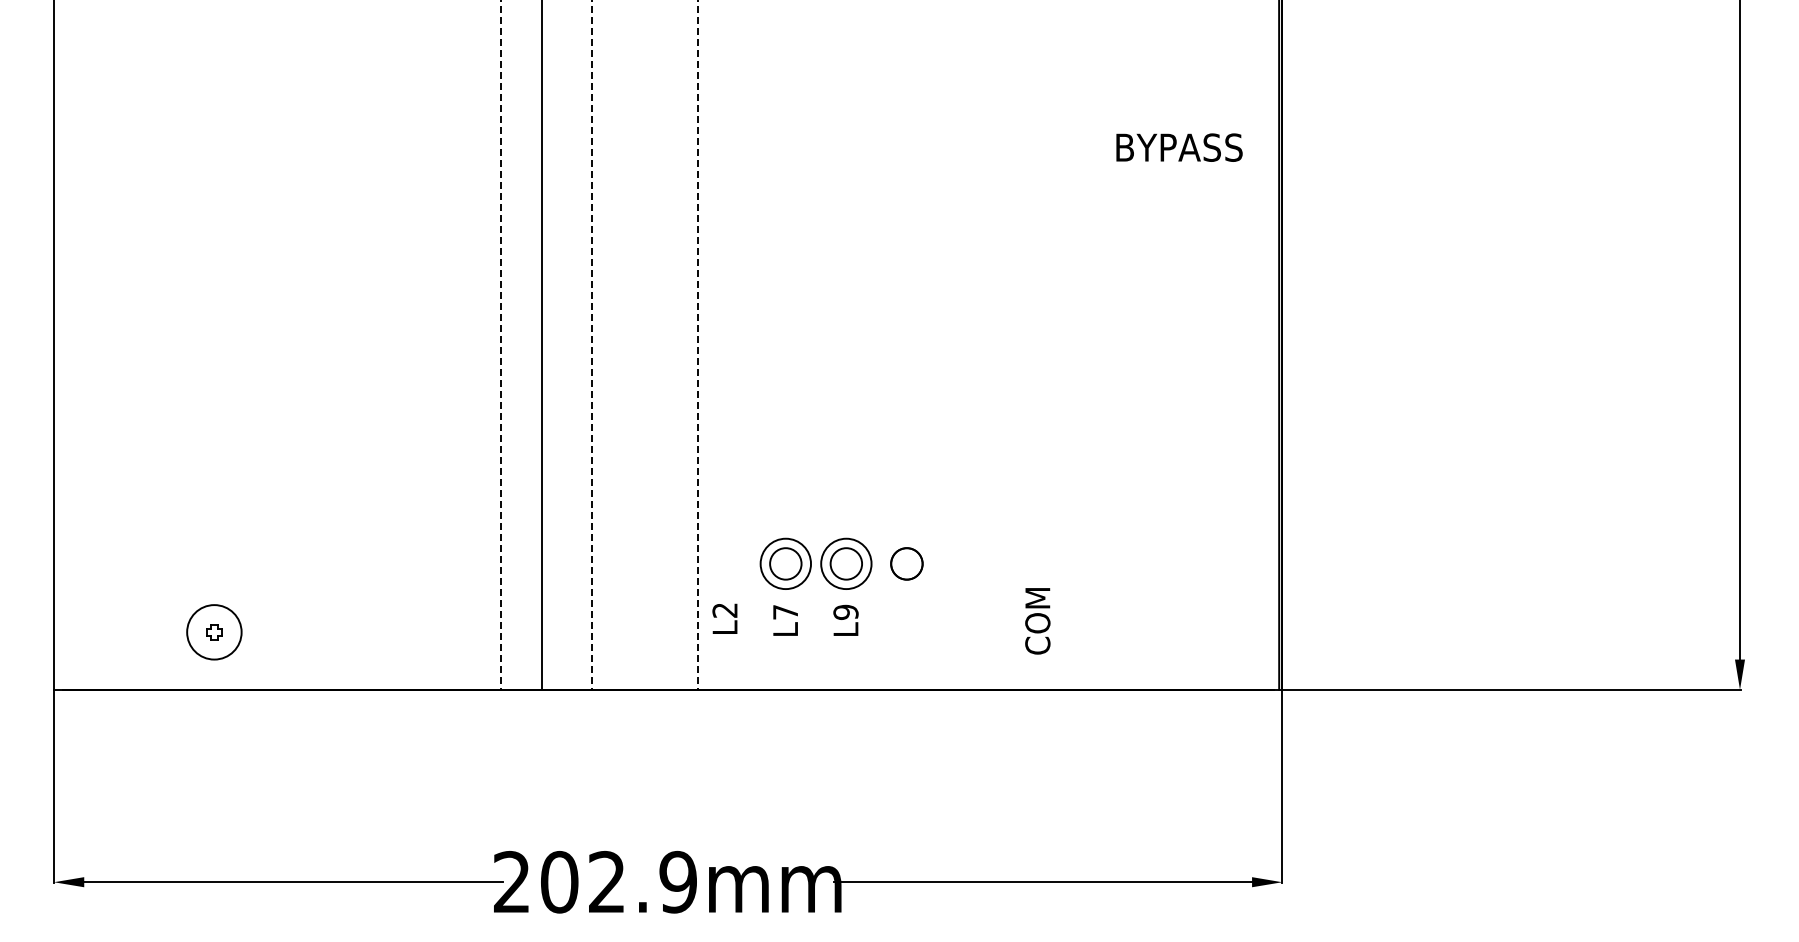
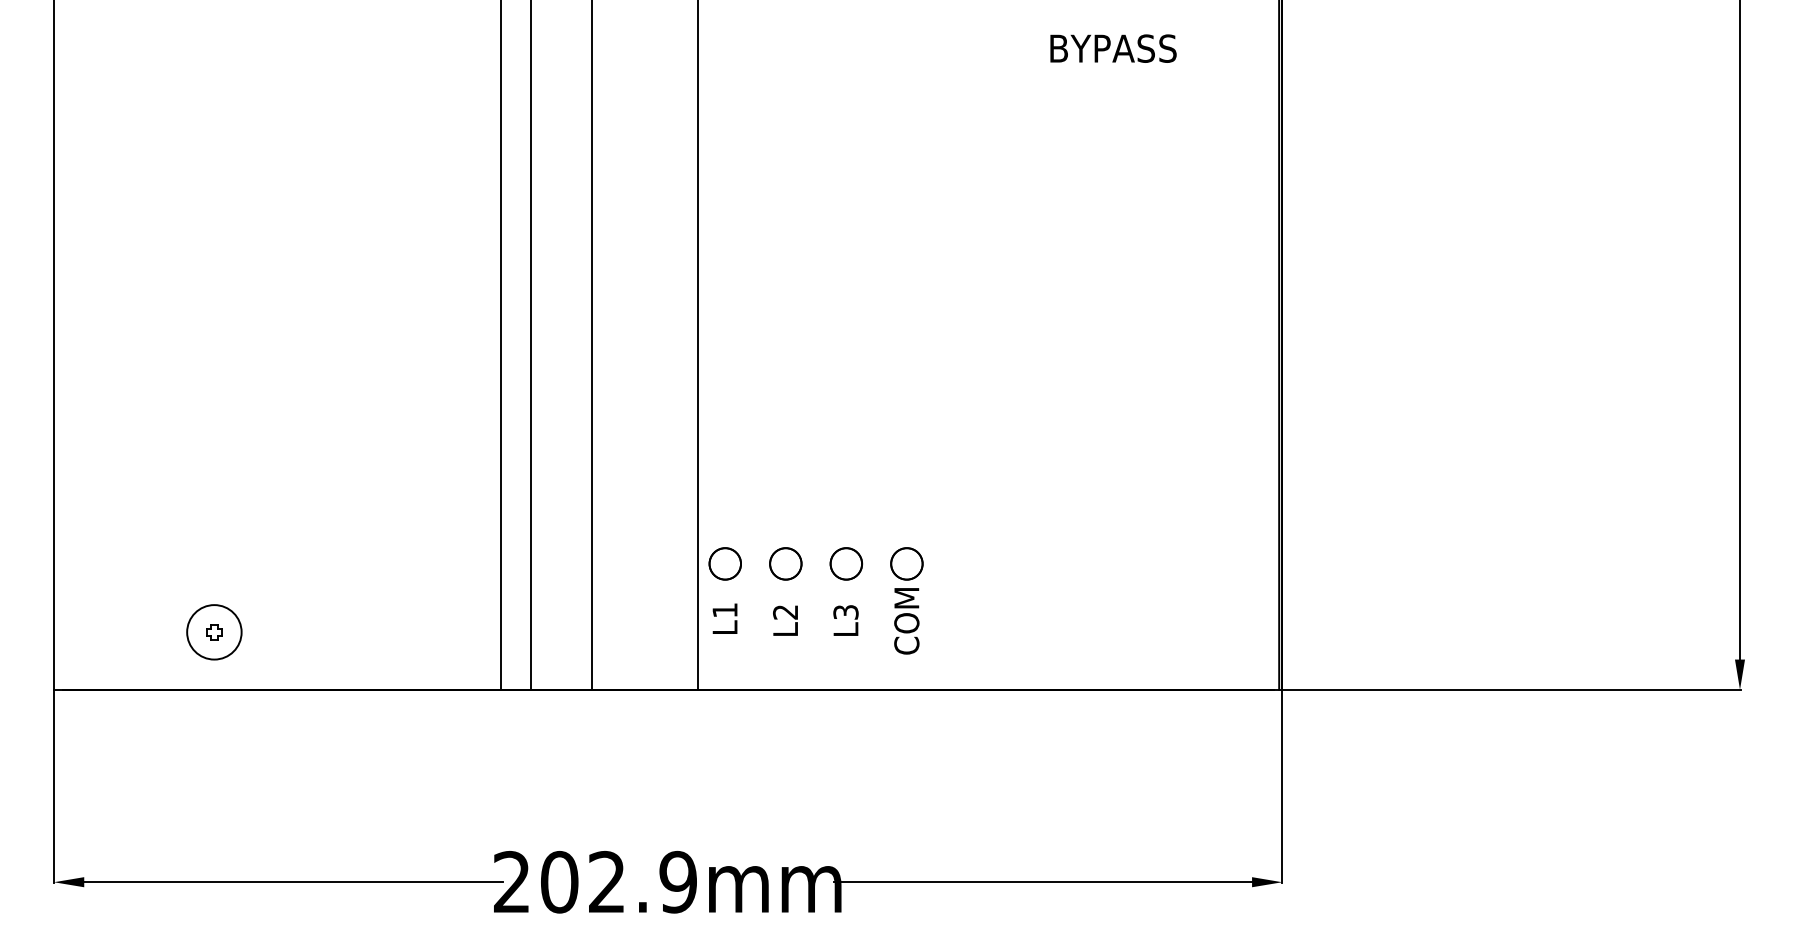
text at (1179, 147) position: (1179, 147) -> (1113, 48)
line at (500, 345): dashed -> solid
line at (542, 345) position: (542, 345) -> (531, 345)
line at (591, 345): dashed -> solid
line at (697, 345): dashed -> solid
circle at (724, 563): none -> present
circle at (785, 563) diameter: 50 px -> 31 px
circle at (846, 563) diameter: 50 px -> 31 px
text at (724, 610): L2 -> L1
text at (845, 611): L9 -> L3
text at (785, 612): L7 -> L2
text at (1037, 621) position: (1037, 621) -> (906, 621)
